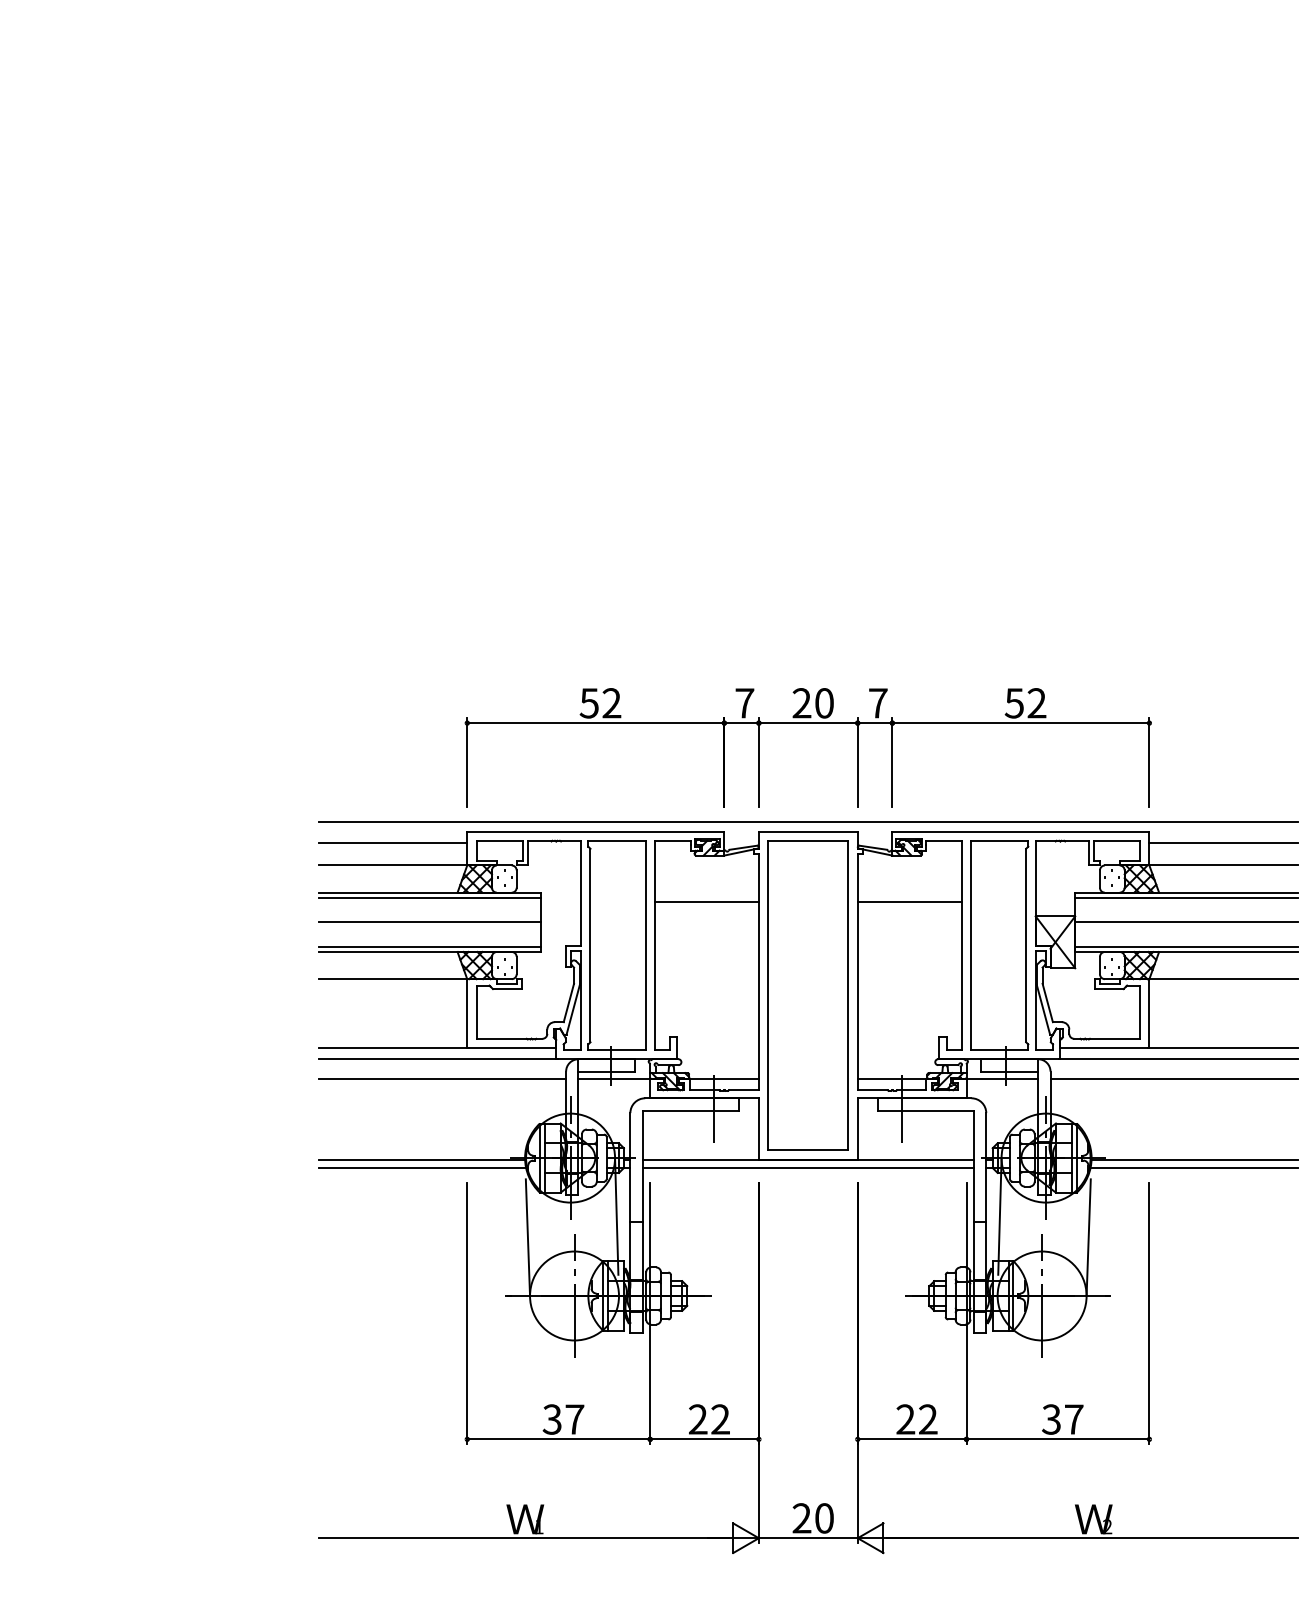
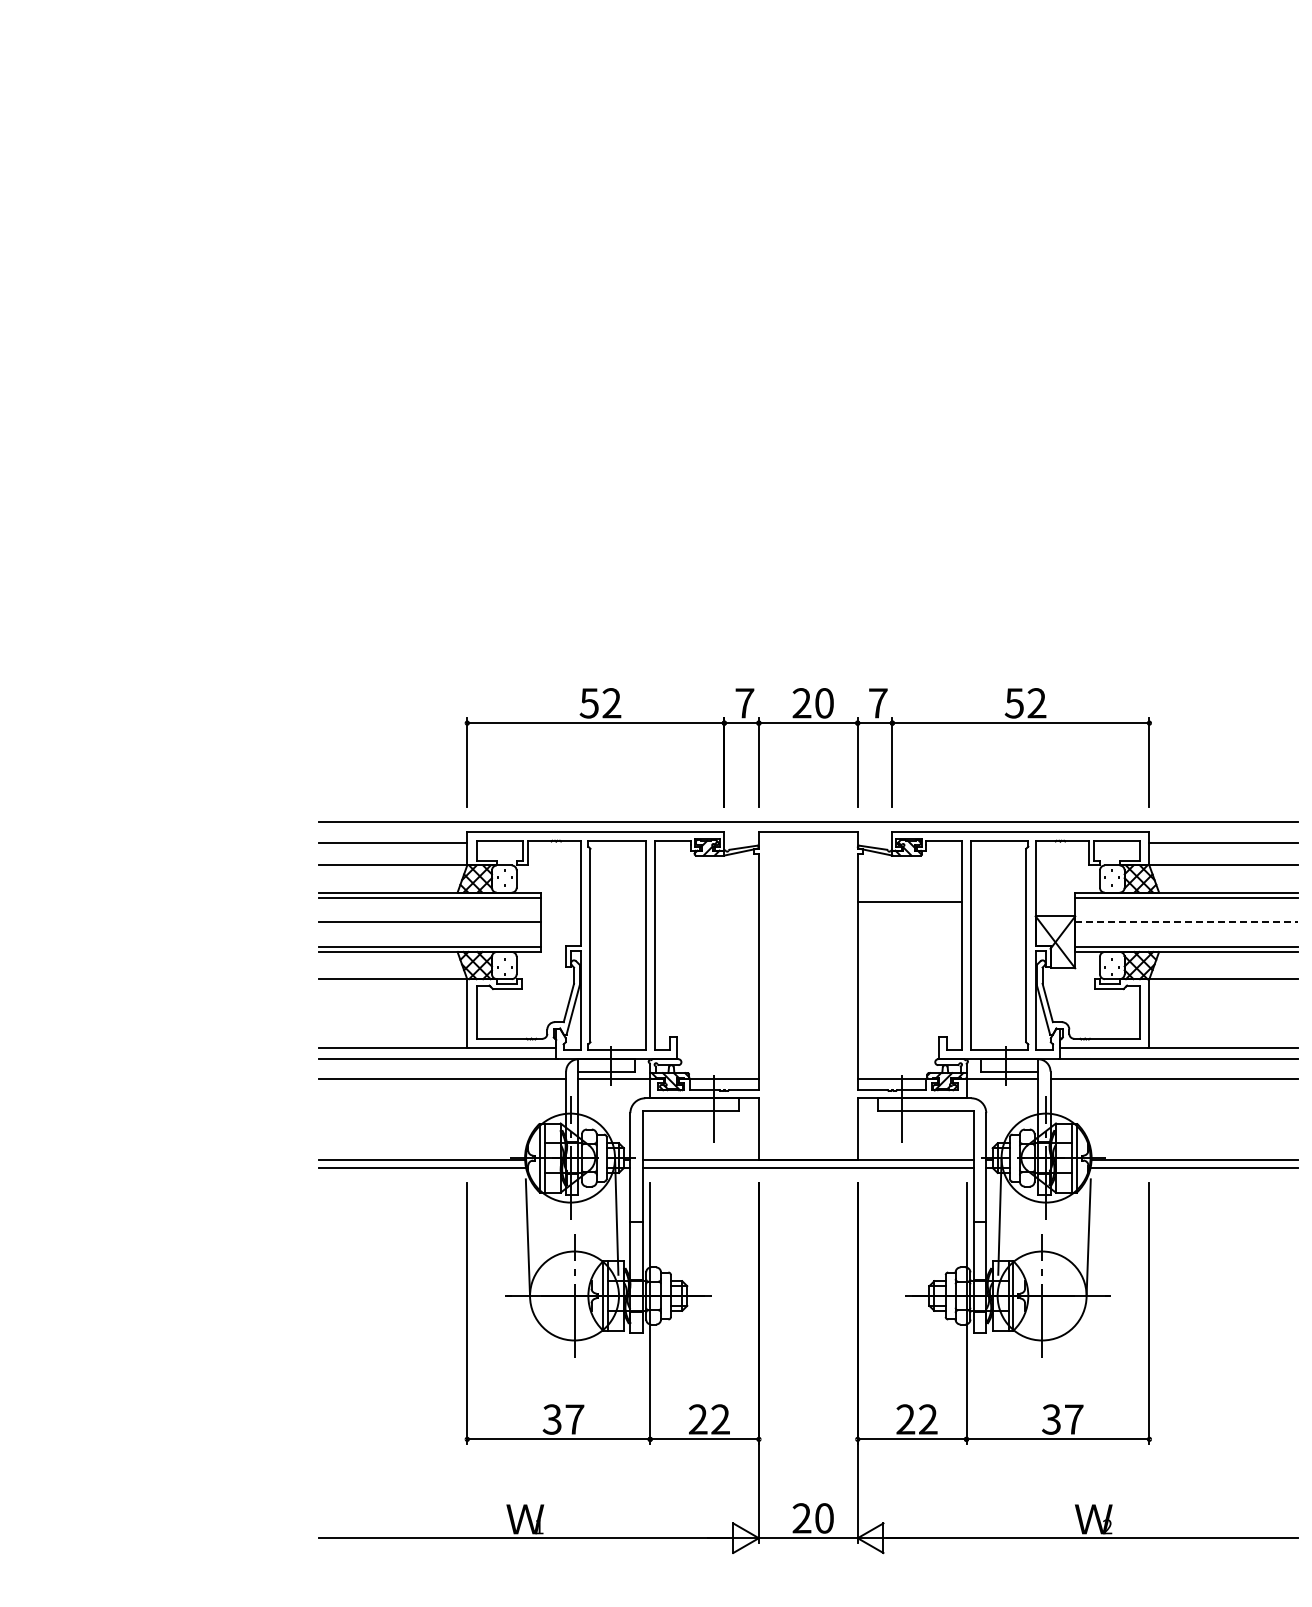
line at (706, 902): present -> none
line at (1186, 922): solid -> dashed
part at (807, 995): present -> none
